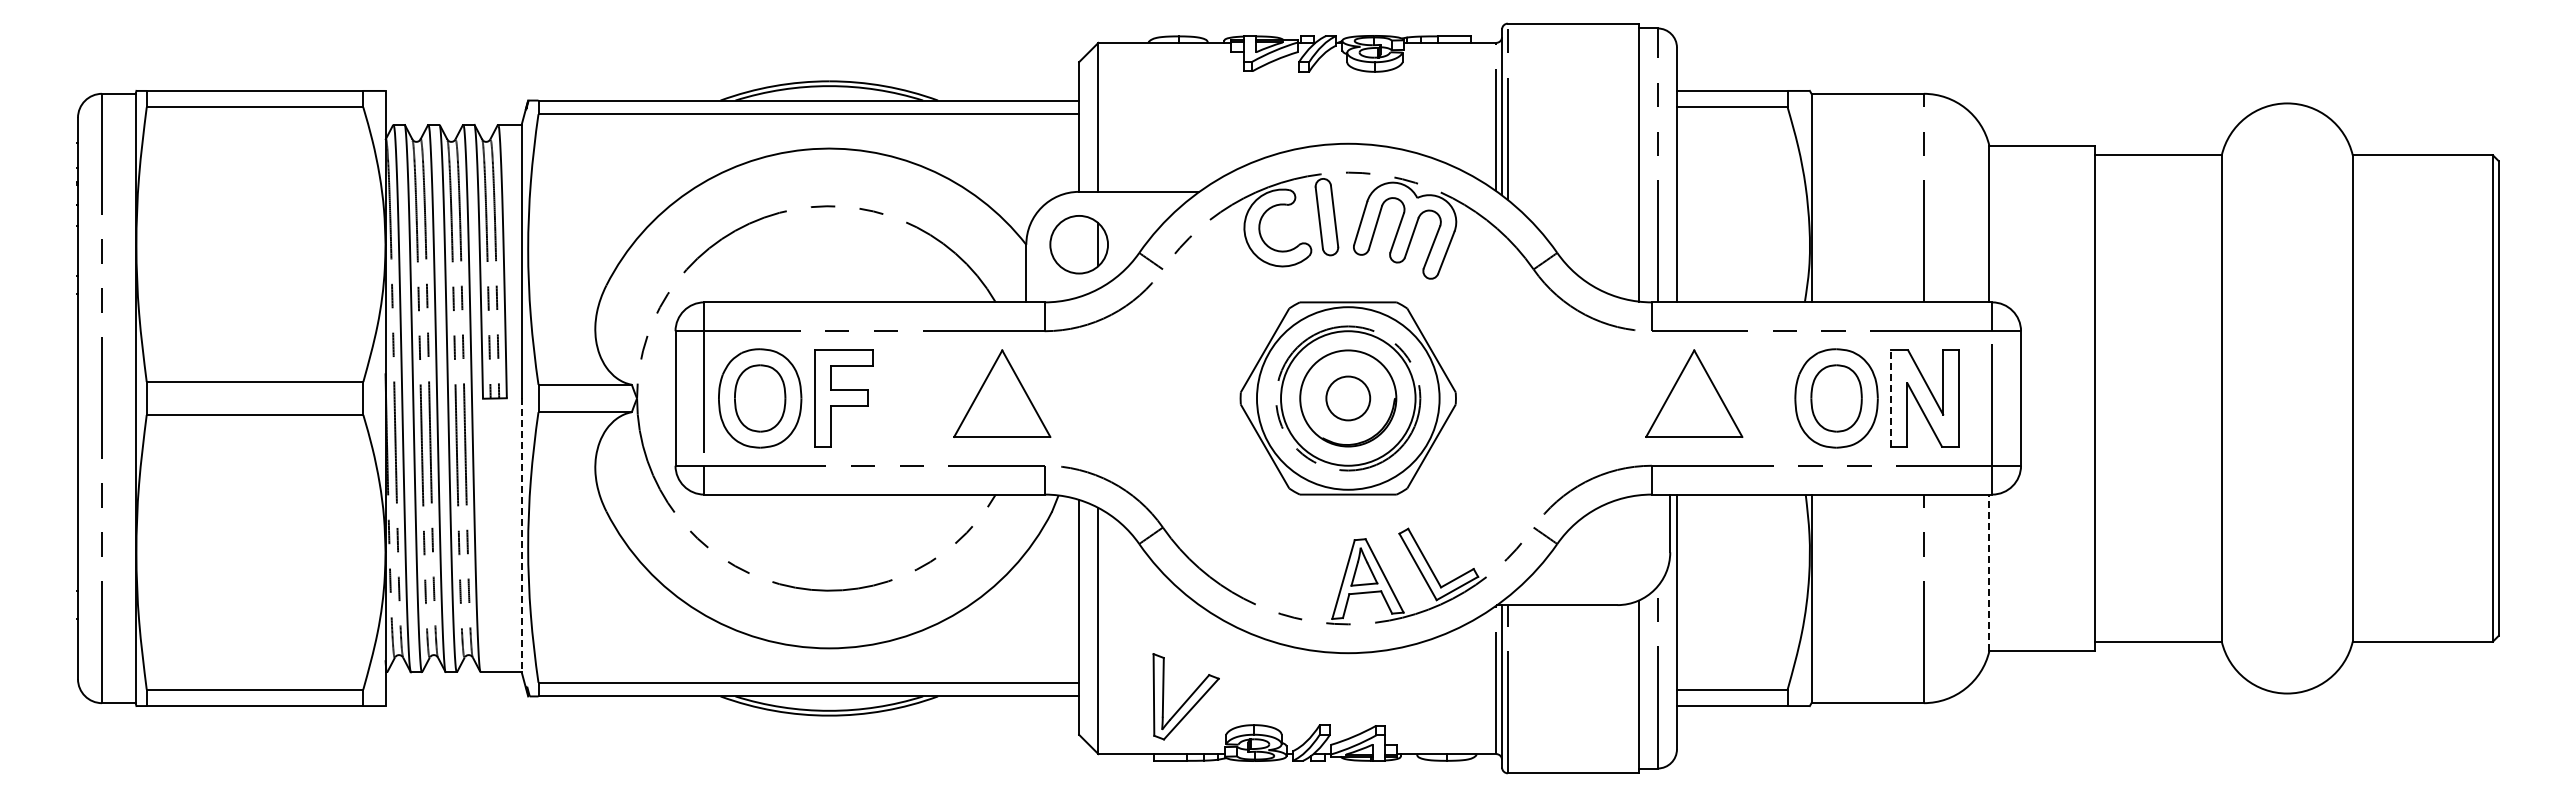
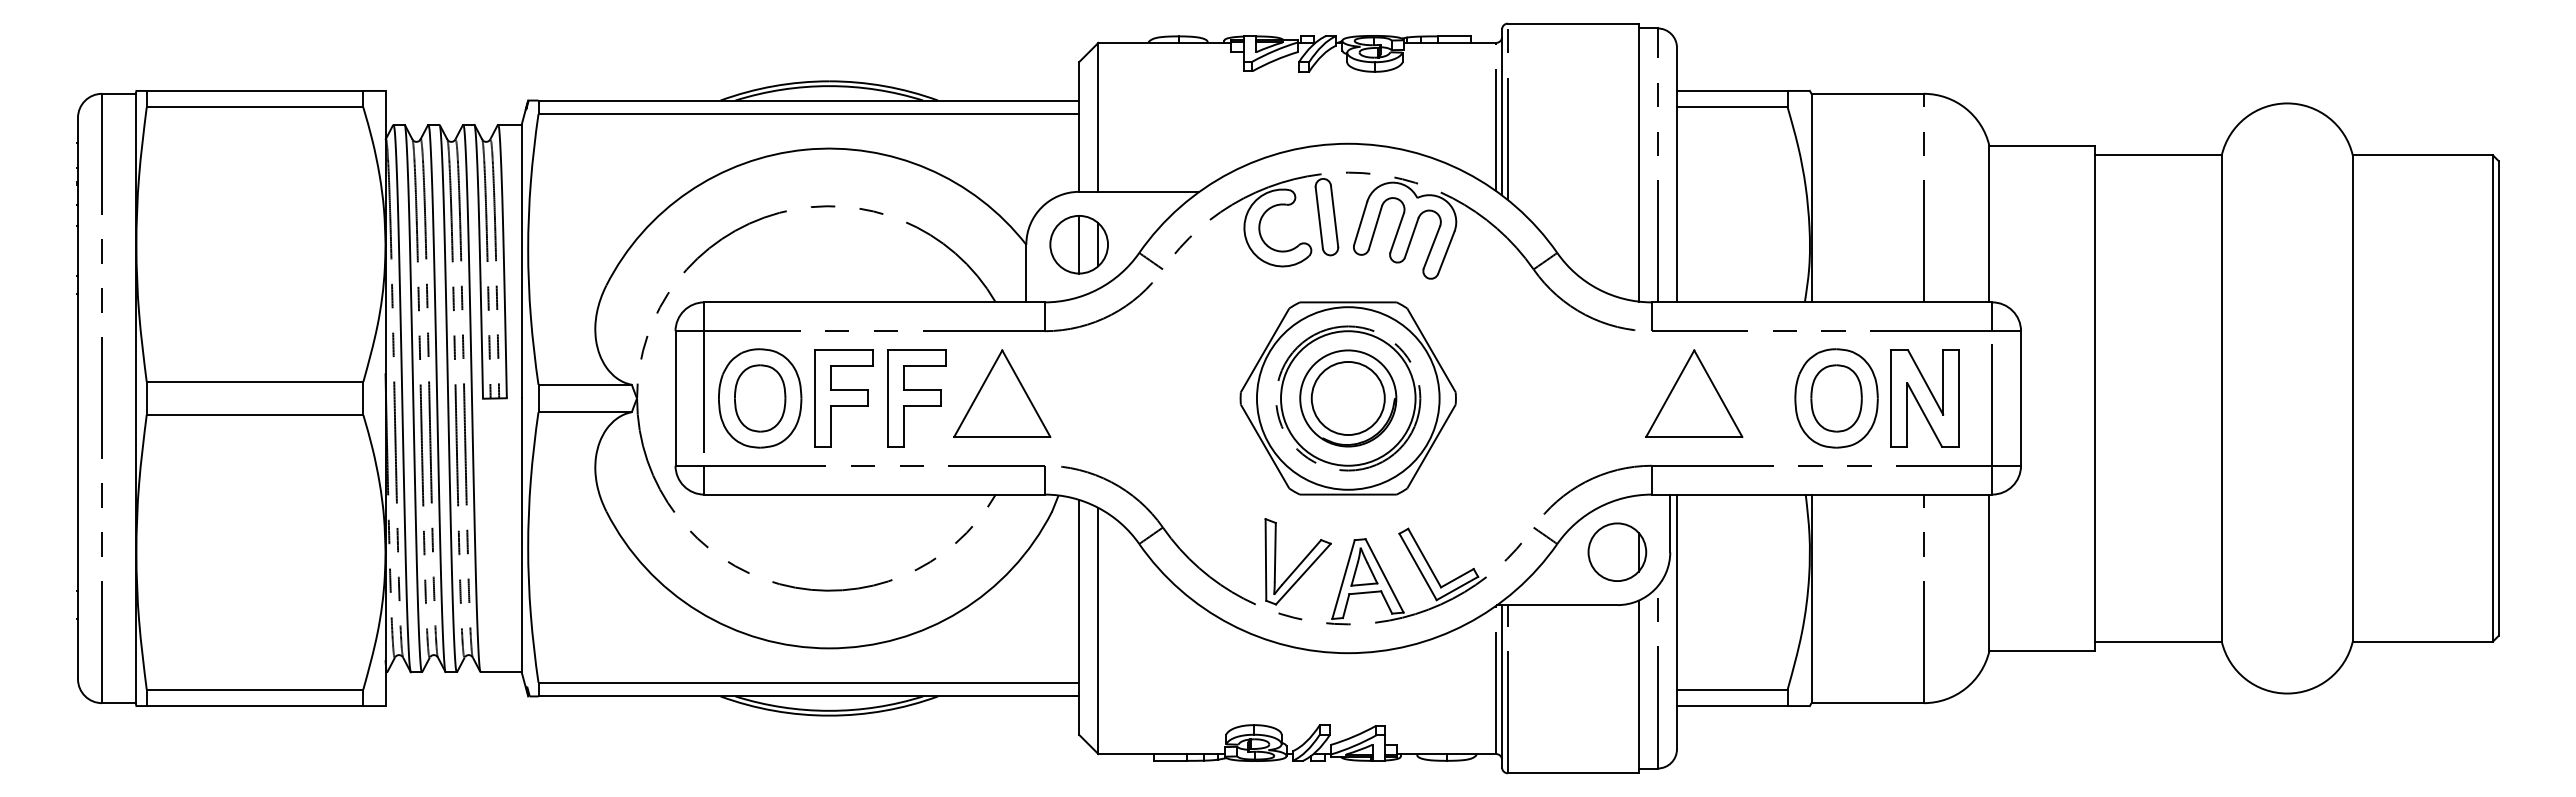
line at (1079, 244): none -> present
part at (916, 398): none -> present
circle at (1348, 398) diameter: 44 px -> 73 px
line at (1891, 398): dashed -> solid
line at (521, 535): dashed -> solid
part at (1617, 551): none -> present
line at (1989, 572): dashed -> solid
part at (1185, 696) position: (1185, 696) -> (1297, 561)
